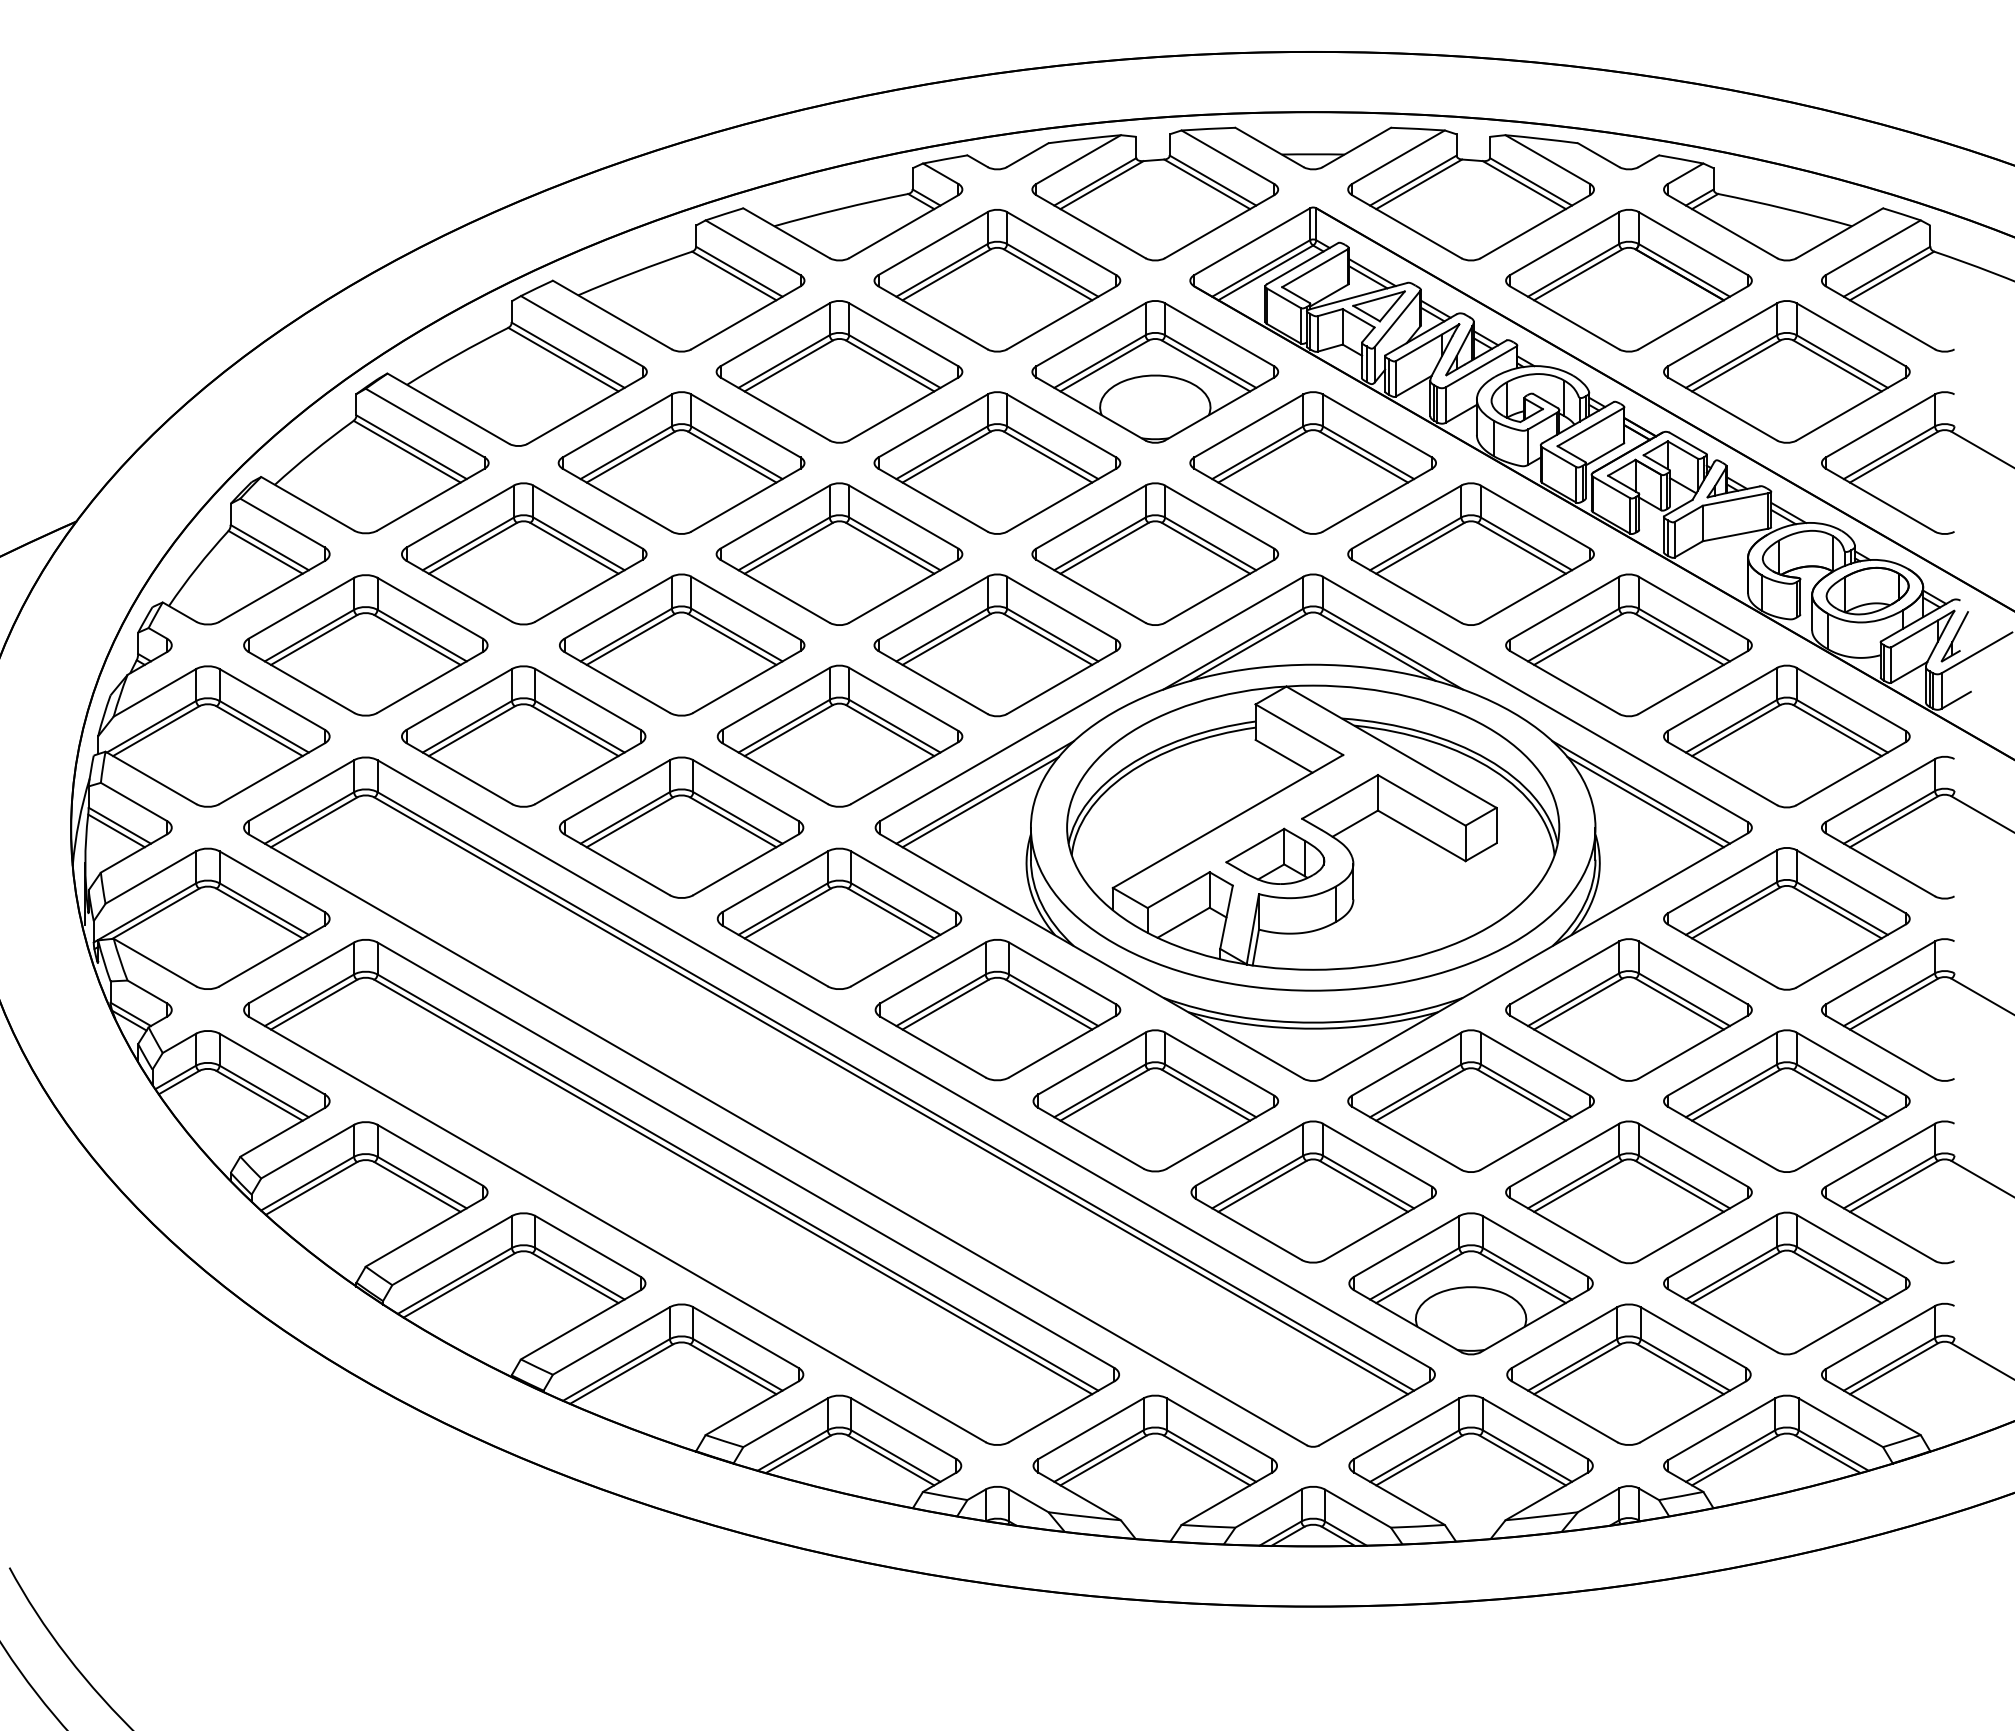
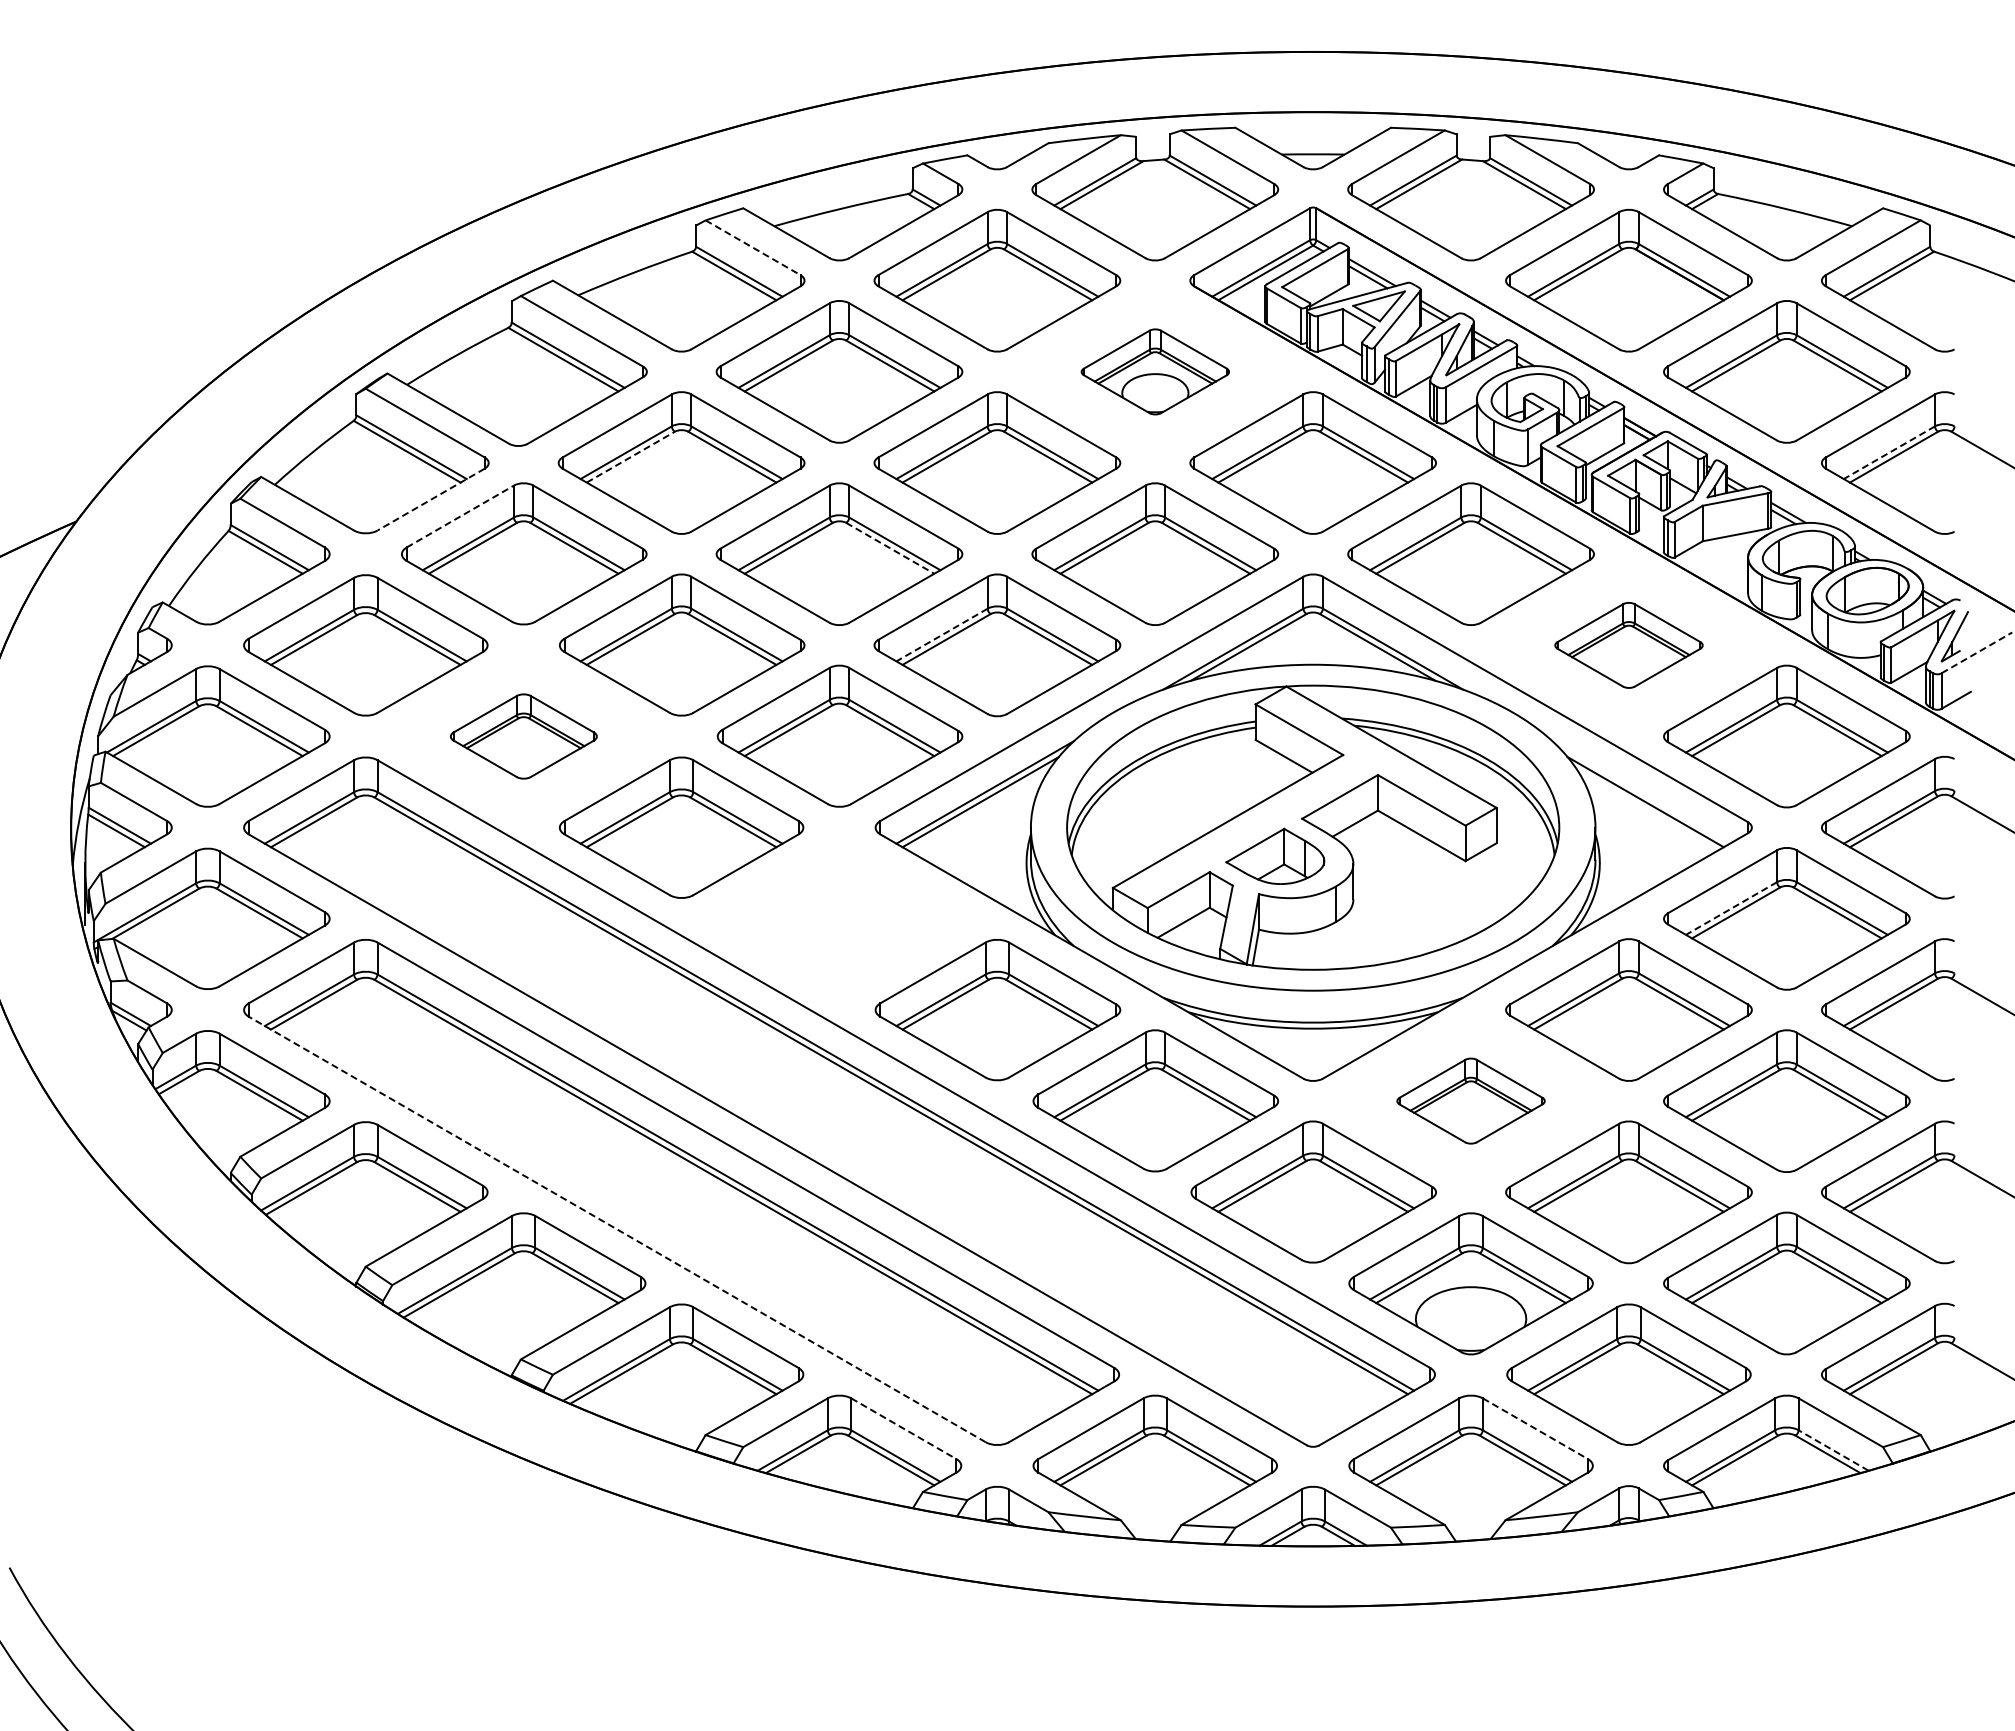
line at (753, 247): solid -> dashed
part at (1155, 371) size: 249x144 px -> 150x88 px
line at (1889, 452): solid -> dashed
line at (630, 457): solid -> dashed
line at (431, 499): solid -> dashed
line at (460, 516): solid -> dashed
line at (890, 548): solid -> dashed
line at (942, 635): solid -> dashed
part at (1628, 645) size: 248x145 px -> 150x87 px
line at (1977, 652): solid -> dashed
part at (523, 736) size: 246x143 px -> 148x87 px
line at (1640, 792): present -> none
line at (1731, 908): solid -> dashed
part at (839, 918): present -> none
part at (1470, 1100) size: 248x144 px -> 150x88 px
line at (616, 1229): solid -> dashed
line at (903, 1428): solid -> dashed
line at (1535, 1428): solid -> dashed
line at (1833, 1450): solid -> dashed
